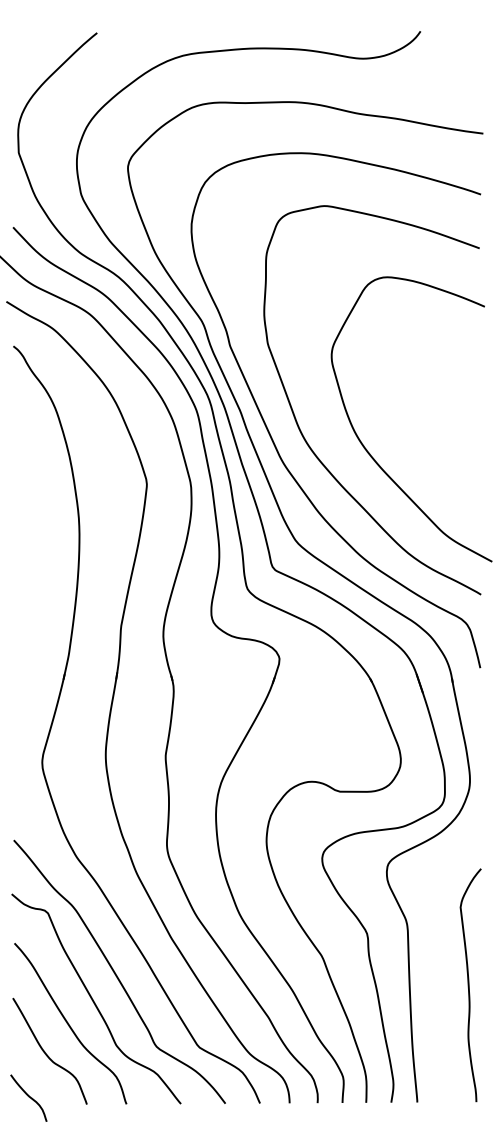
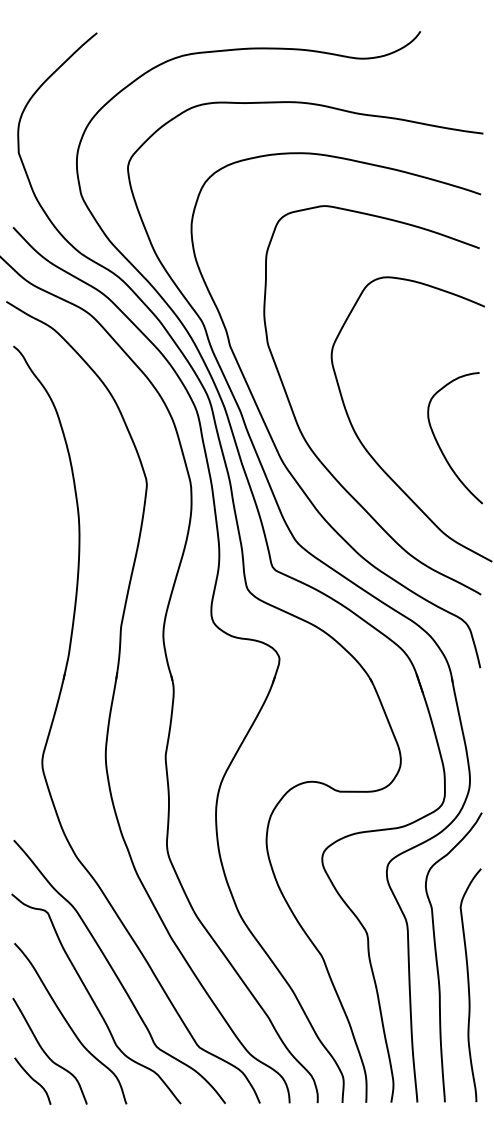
curve at (440, 446): none -> present
curve at (437, 957): none -> present
curve at (28, 1097) position: (28, 1097) -> (32, 1080)
